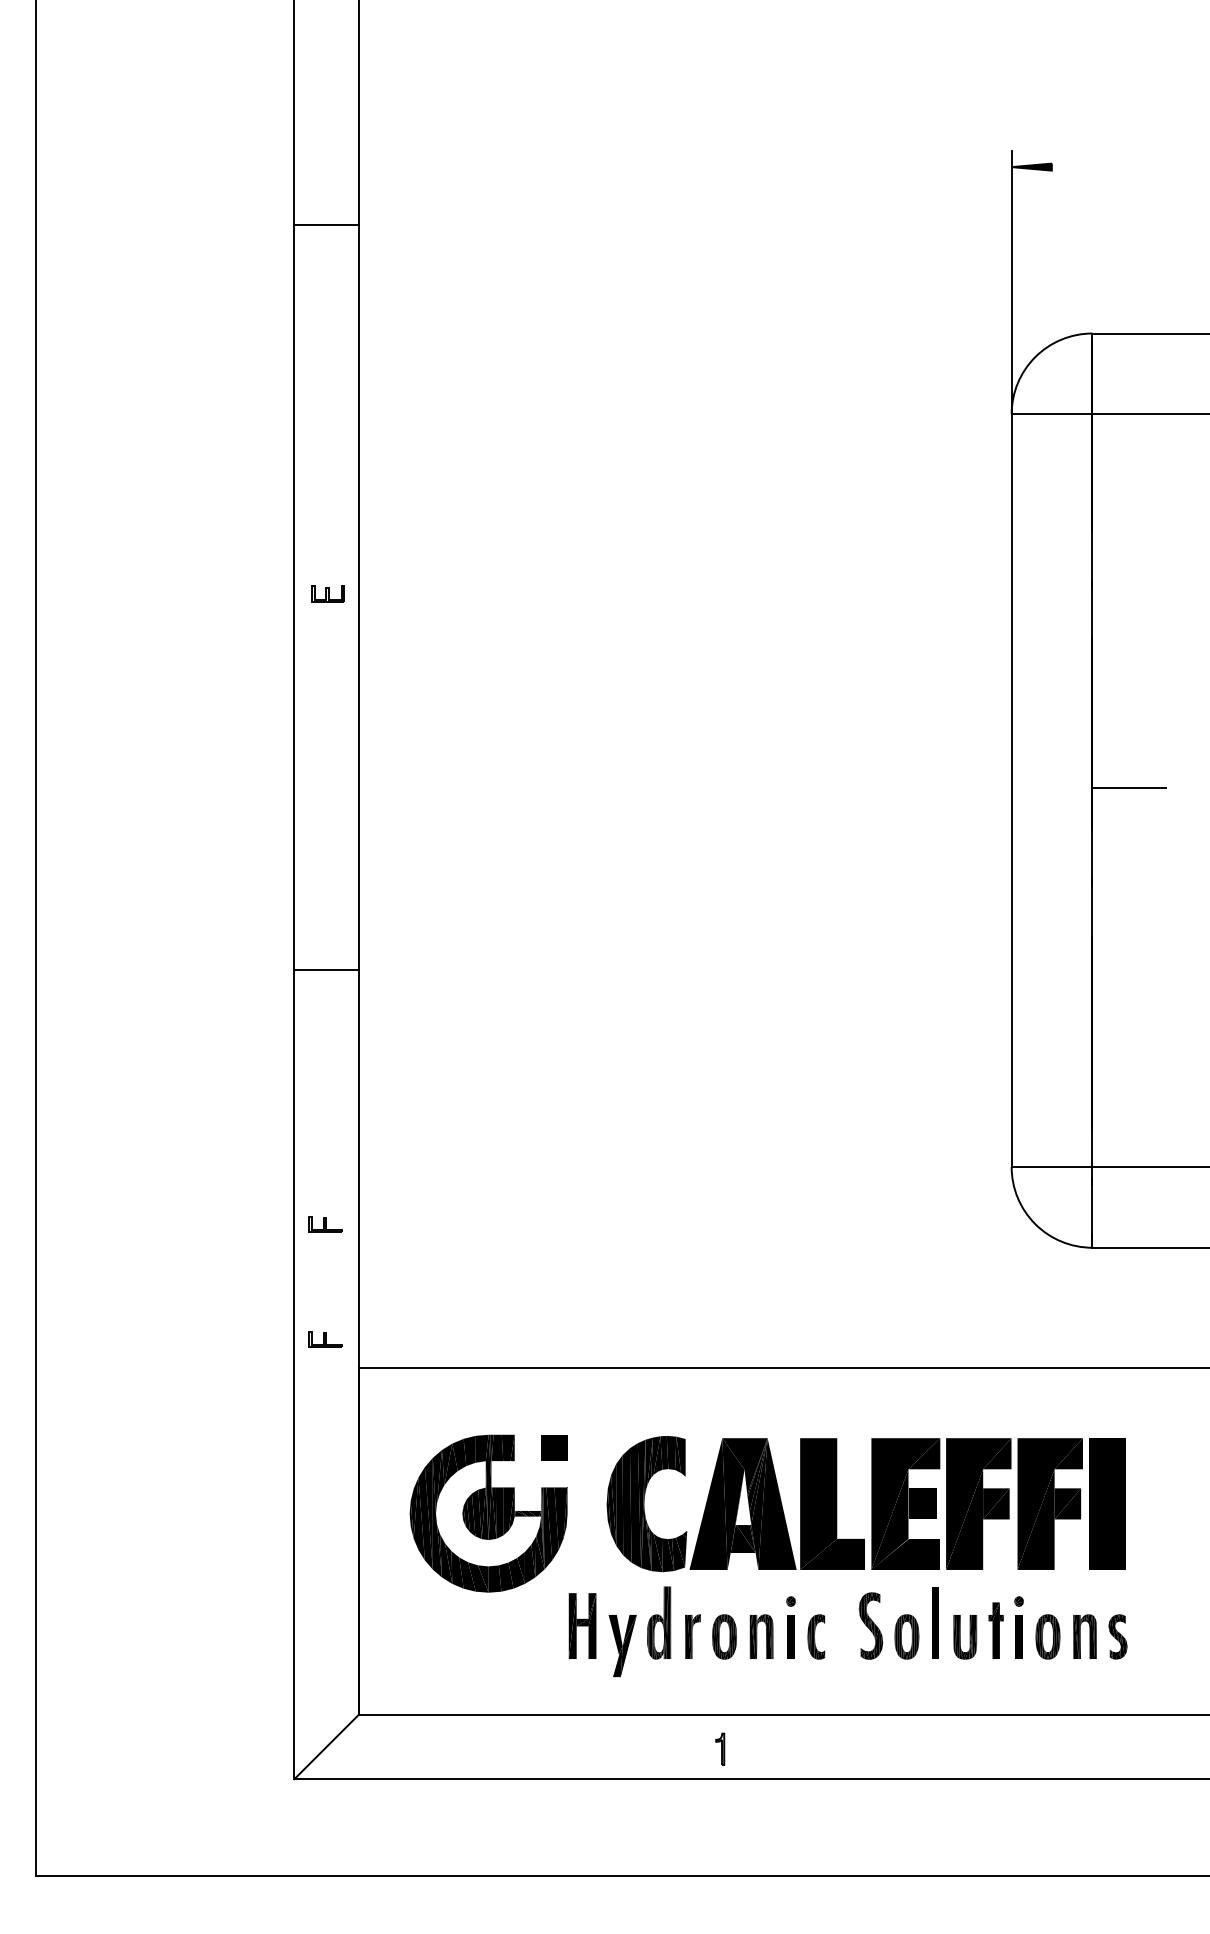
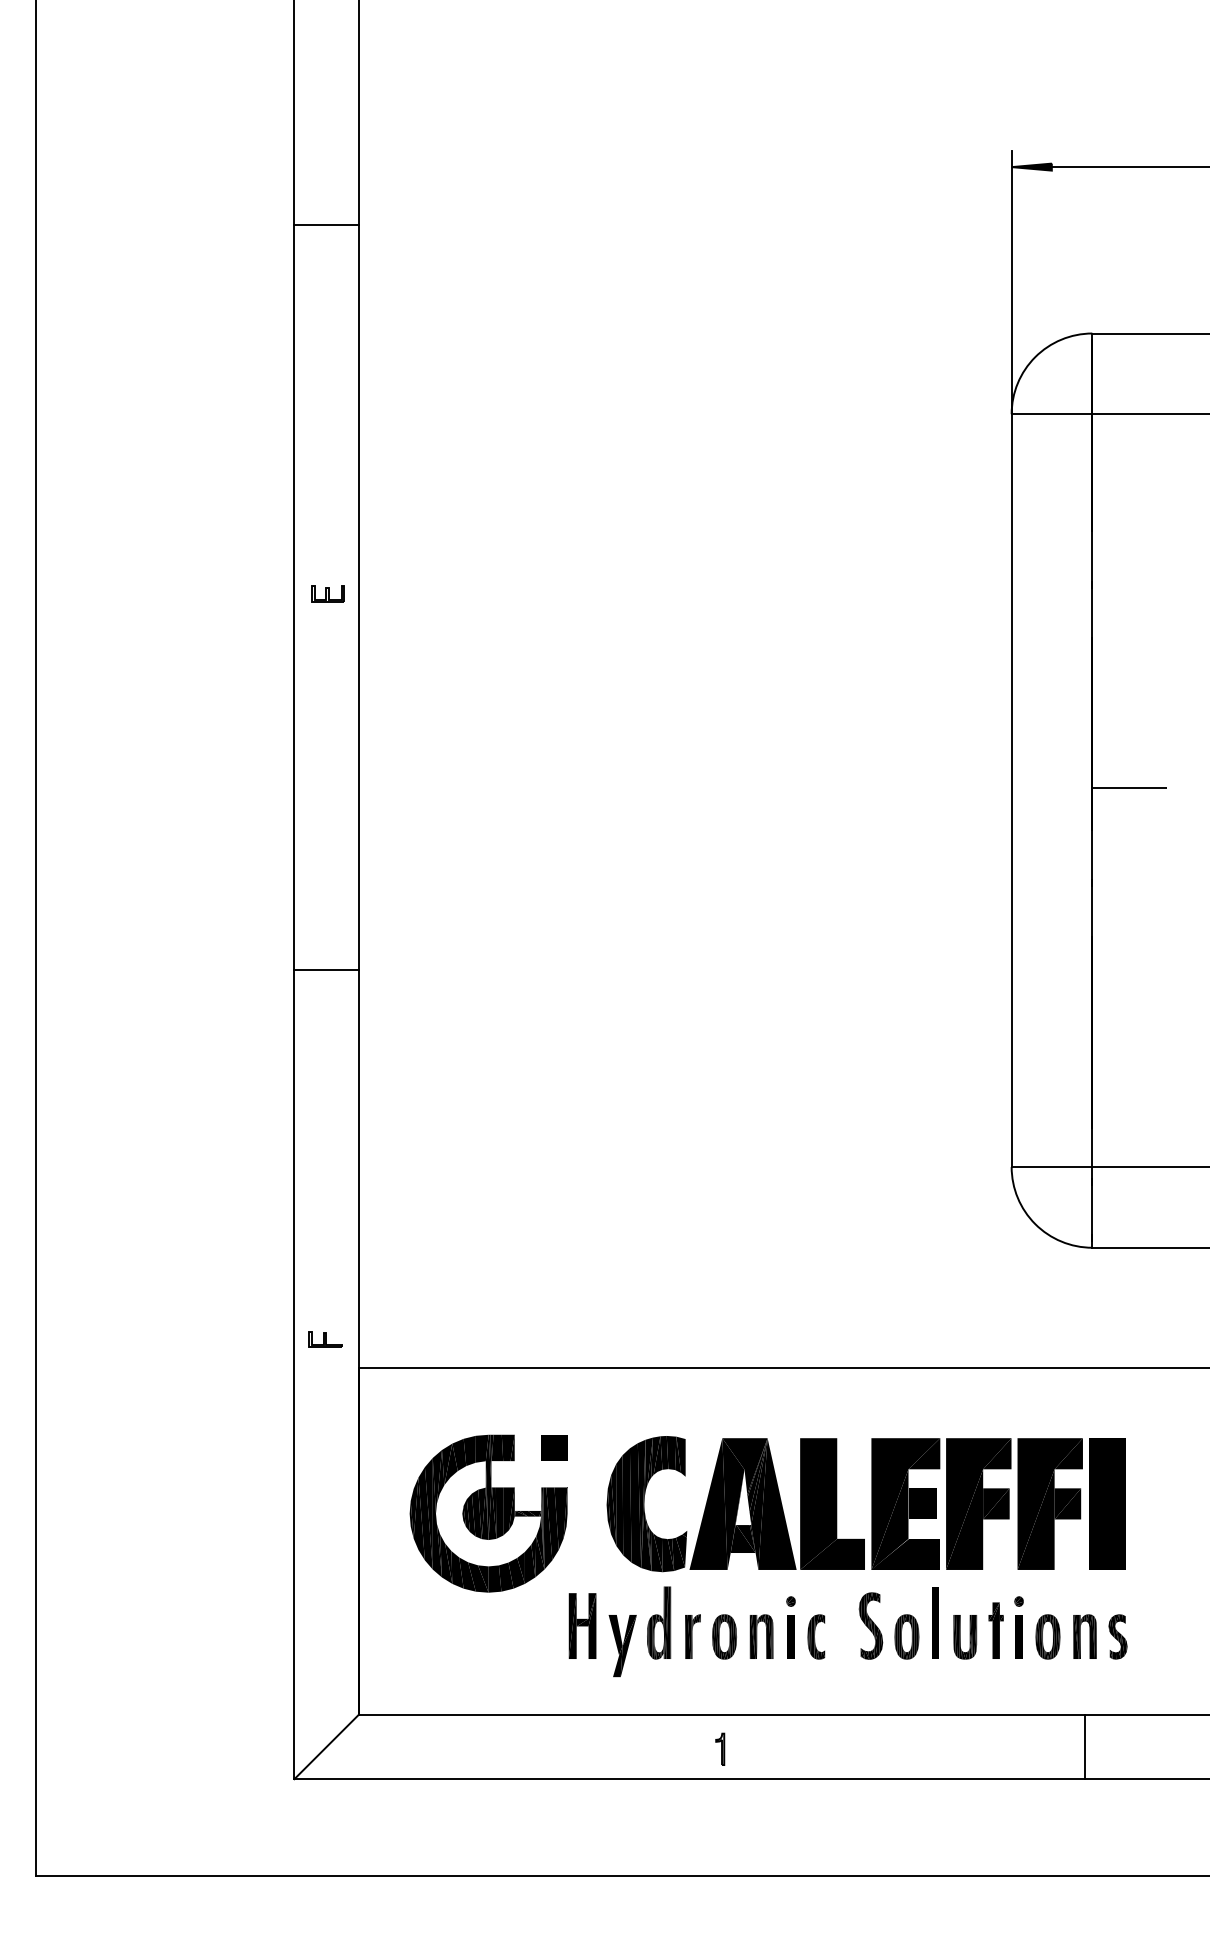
line at (1128, 167): none -> present
part at (325, 1224): present -> none
line at (1084, 1746): none -> present
